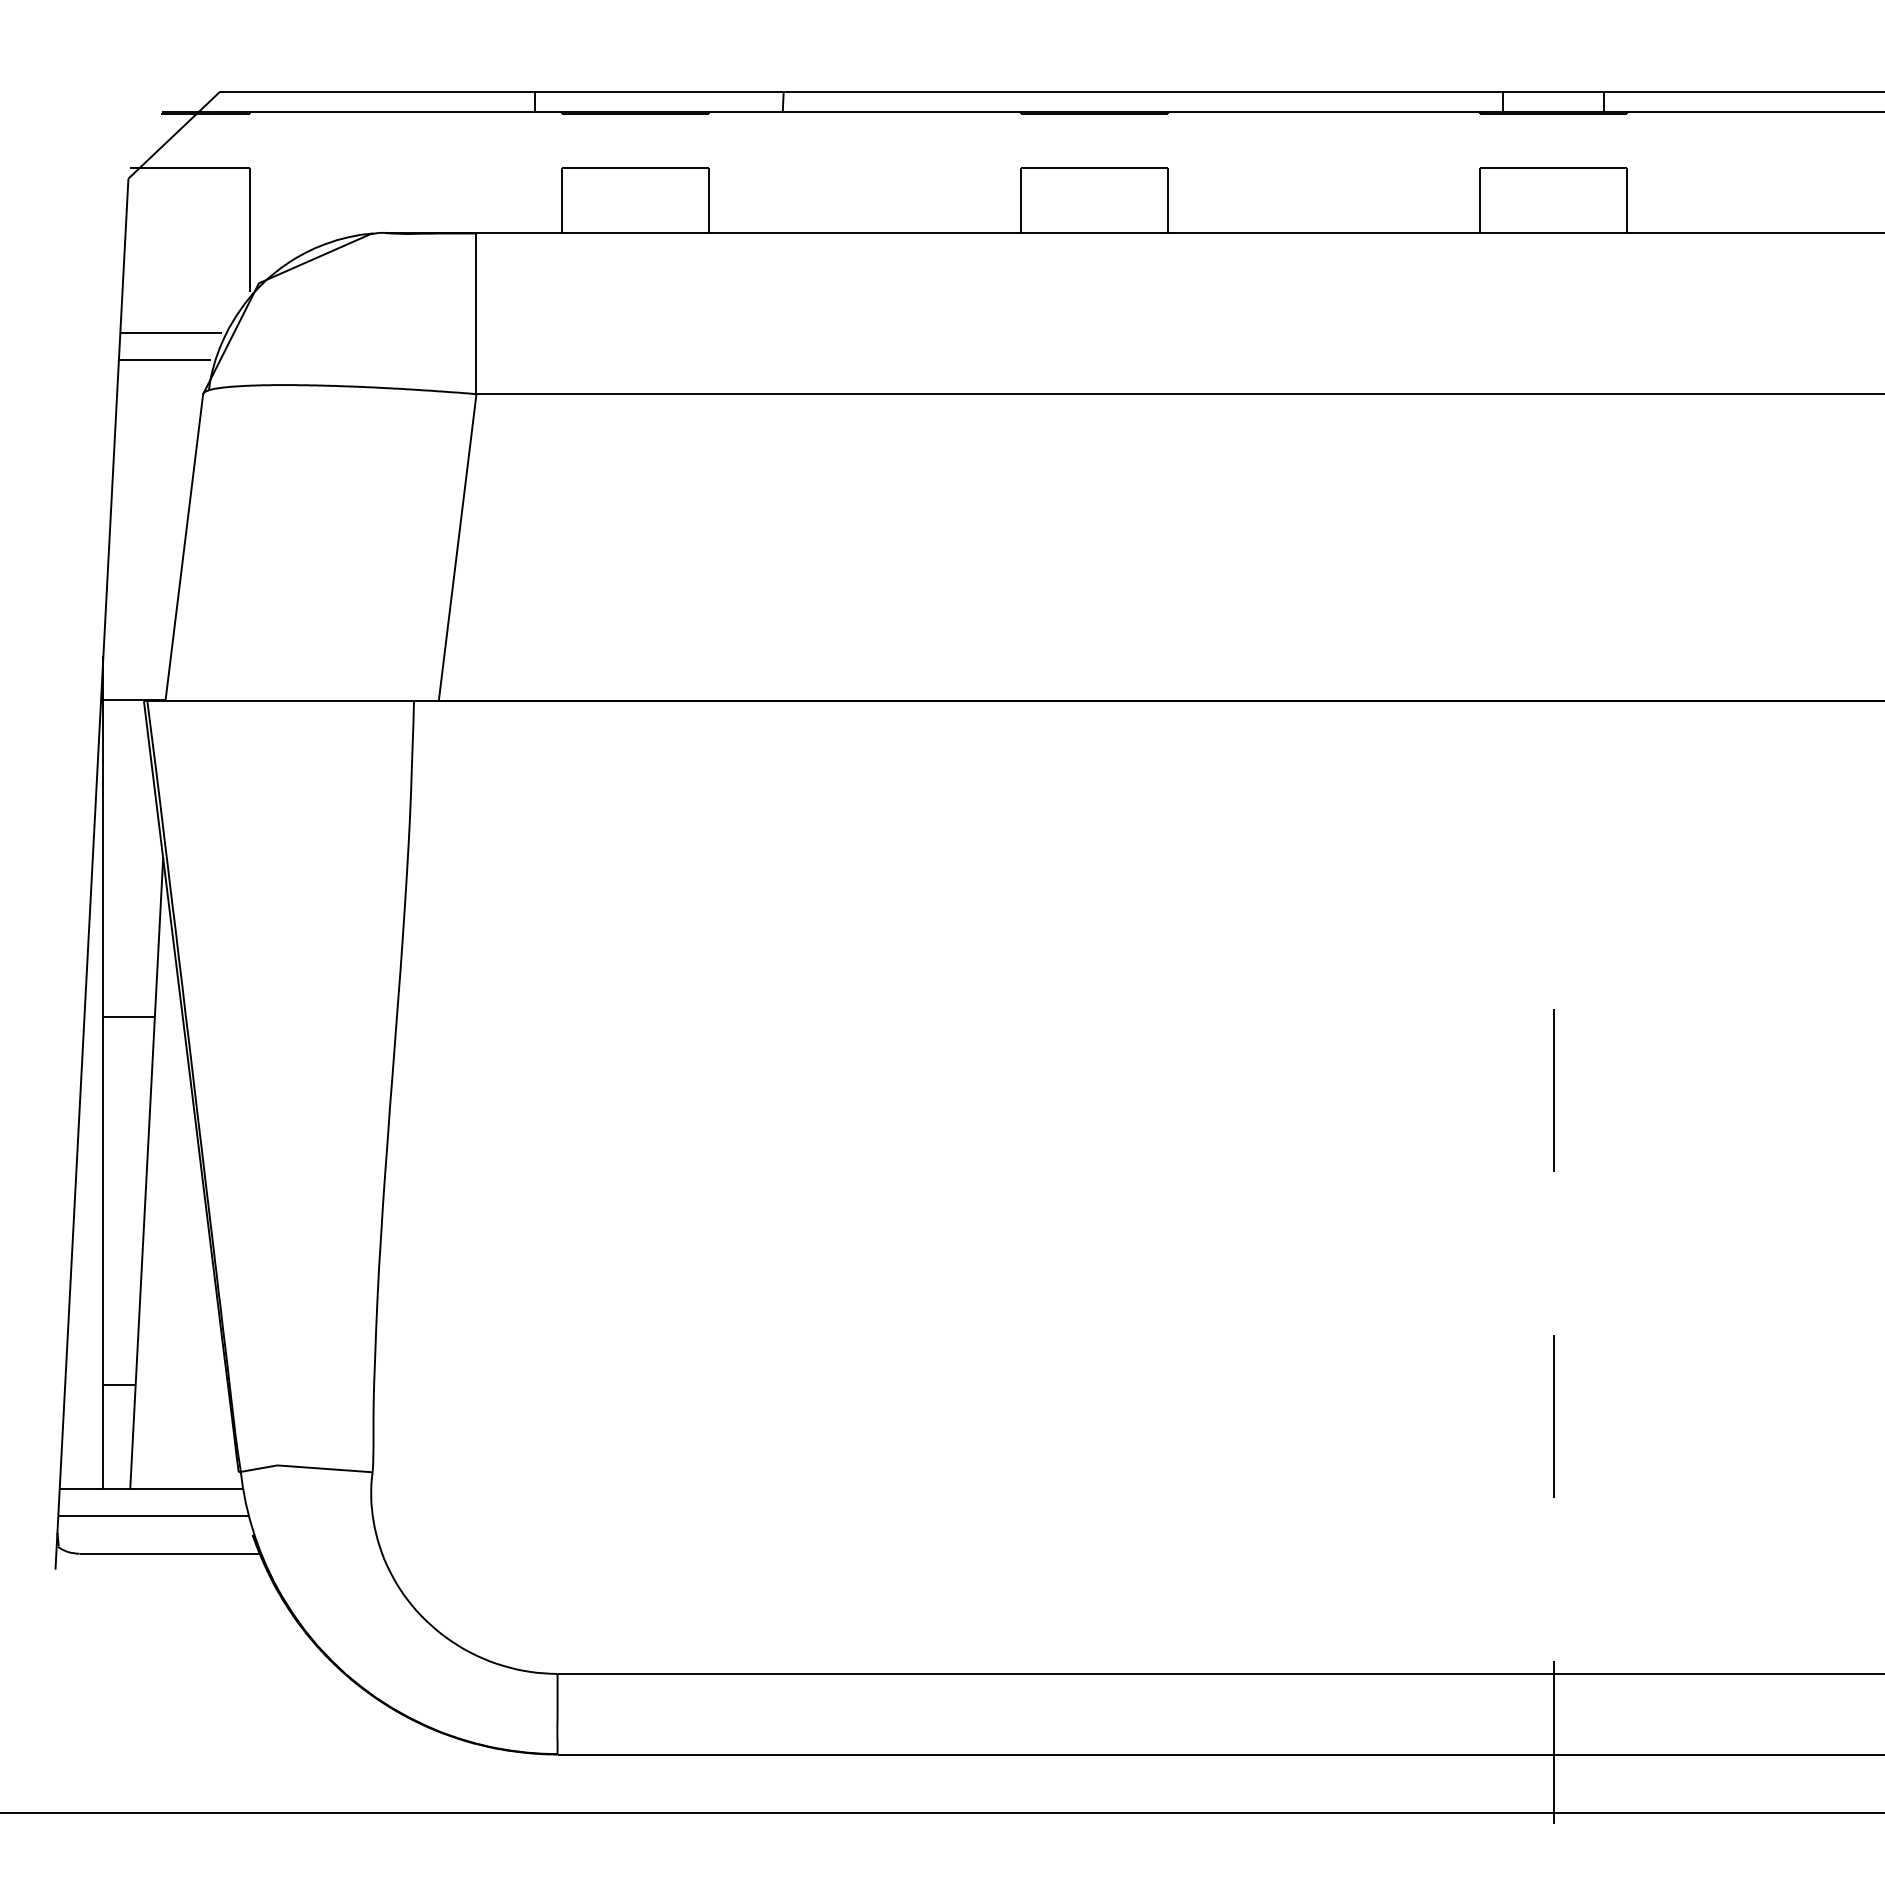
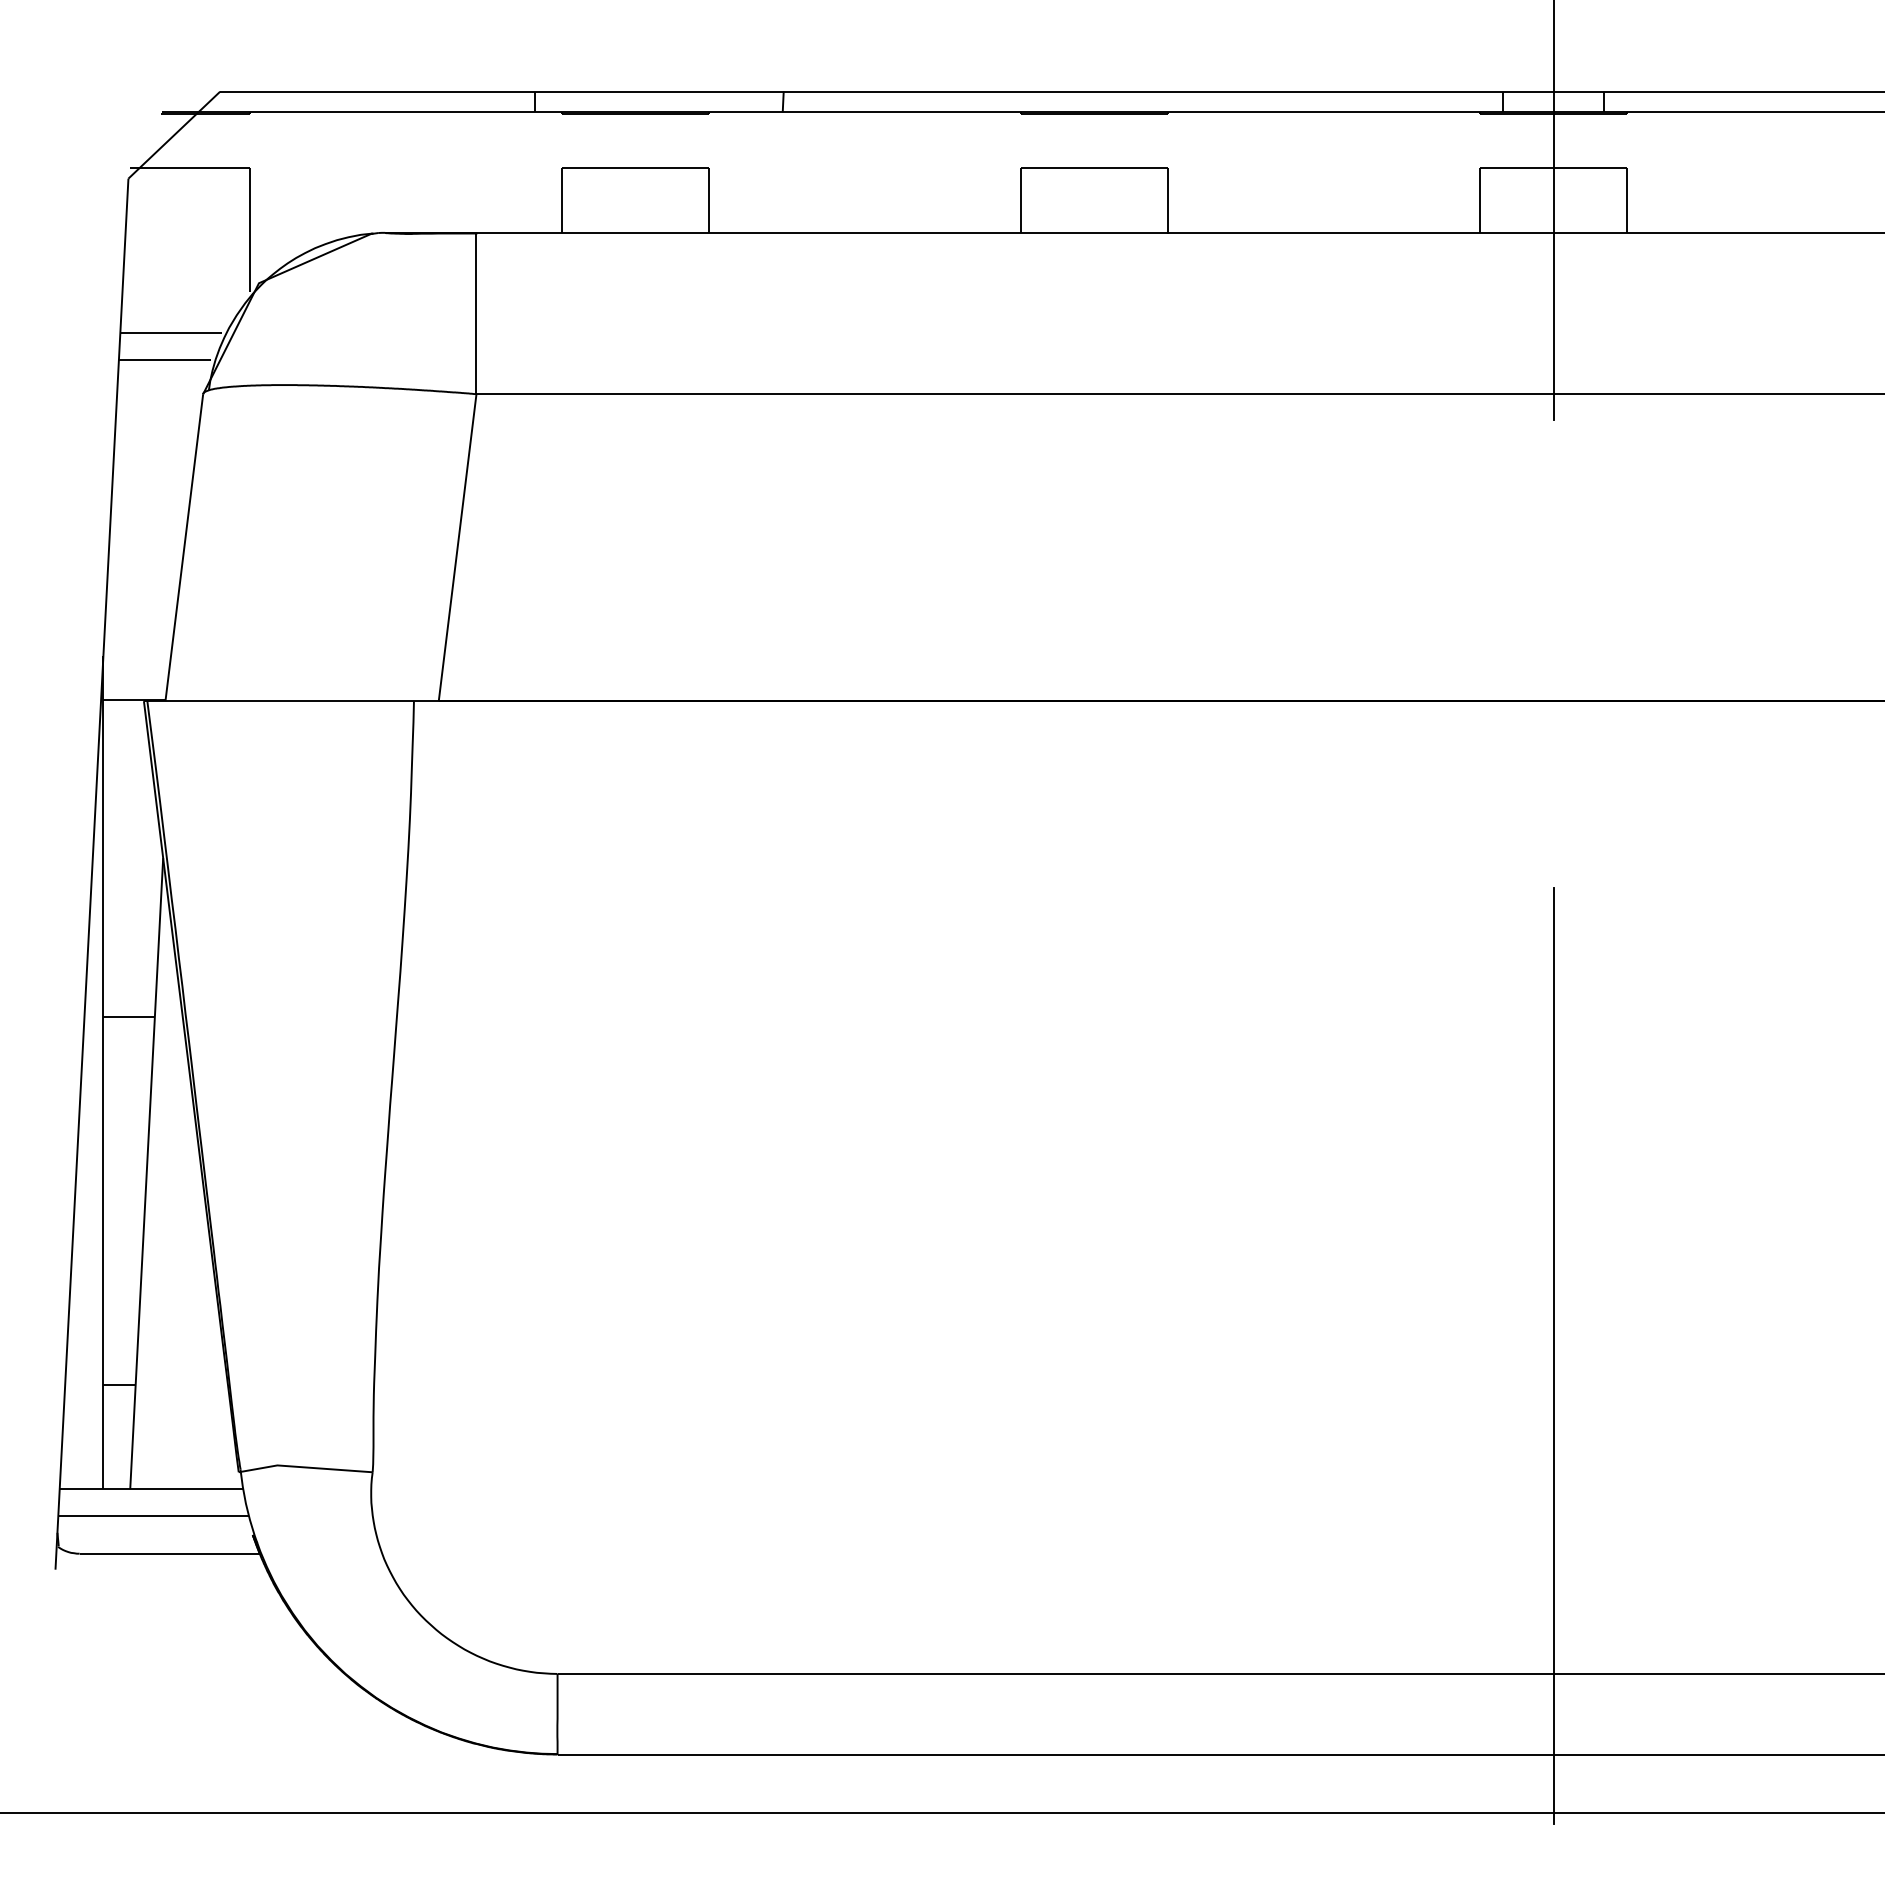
line at (1553, 211): none -> present
line at (1553, 1355): dashed -> solid
